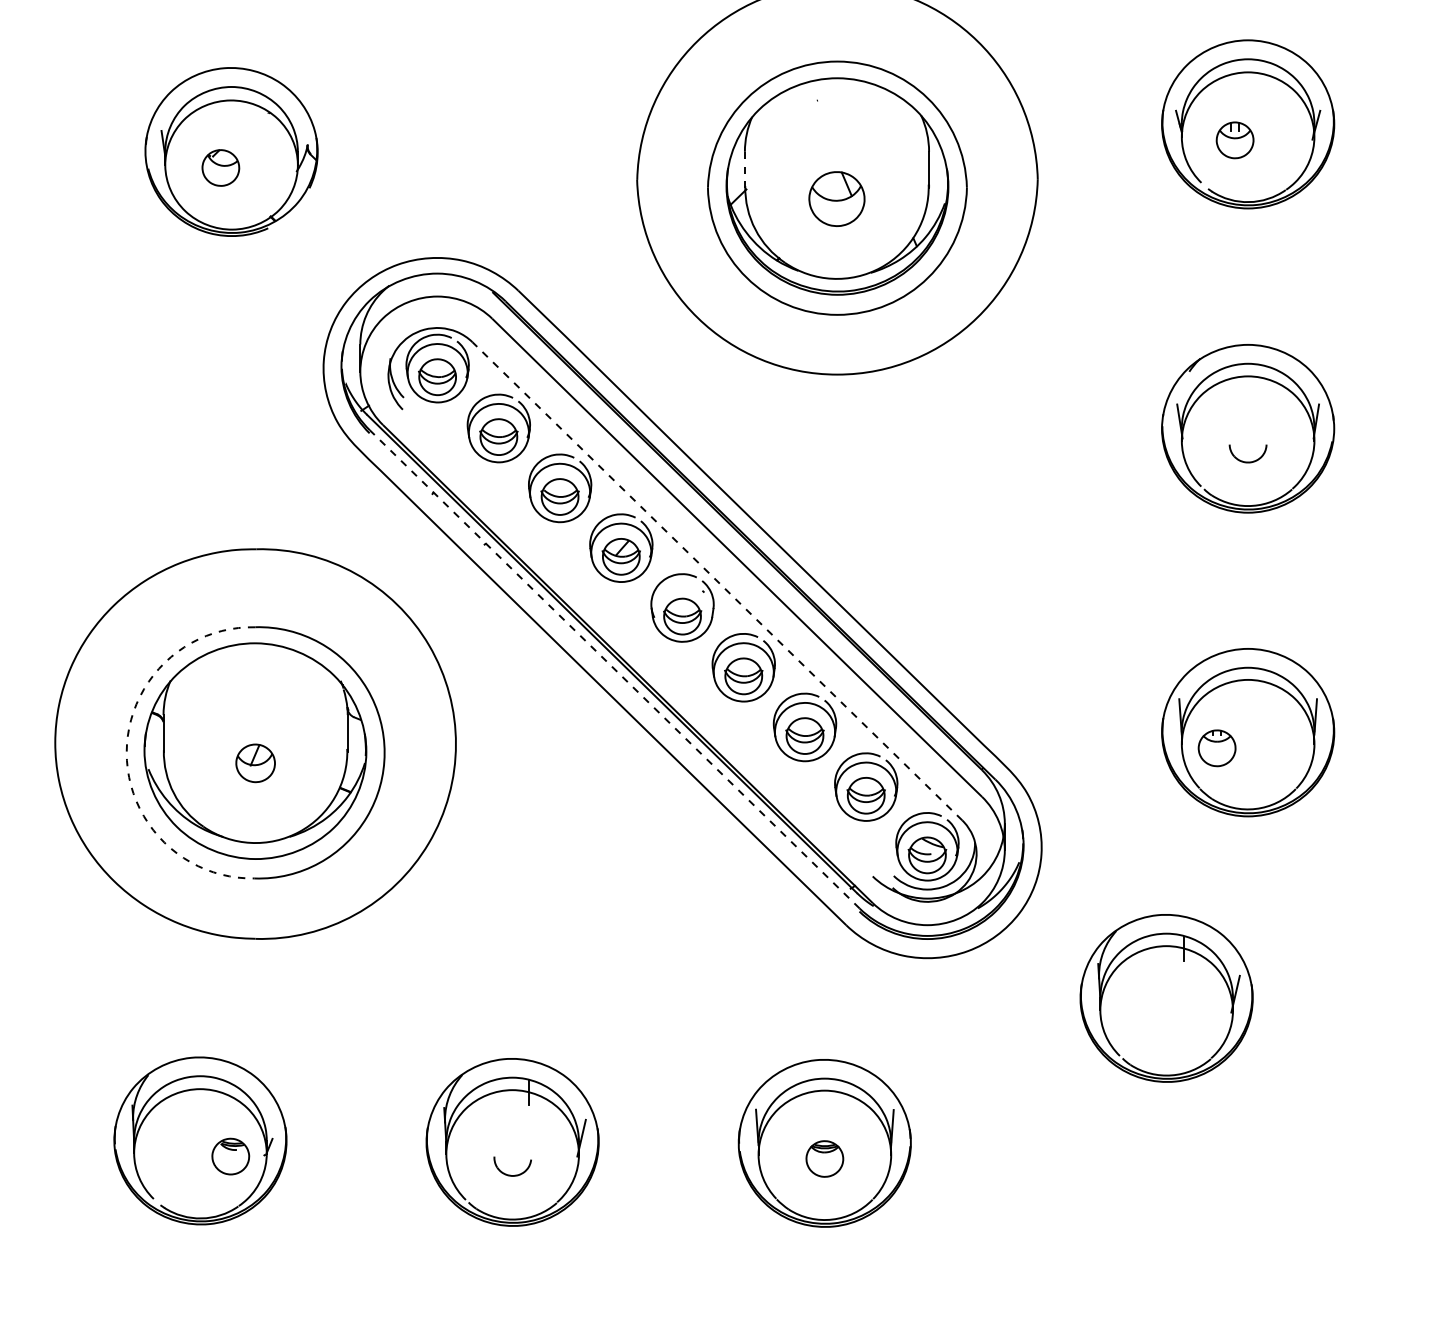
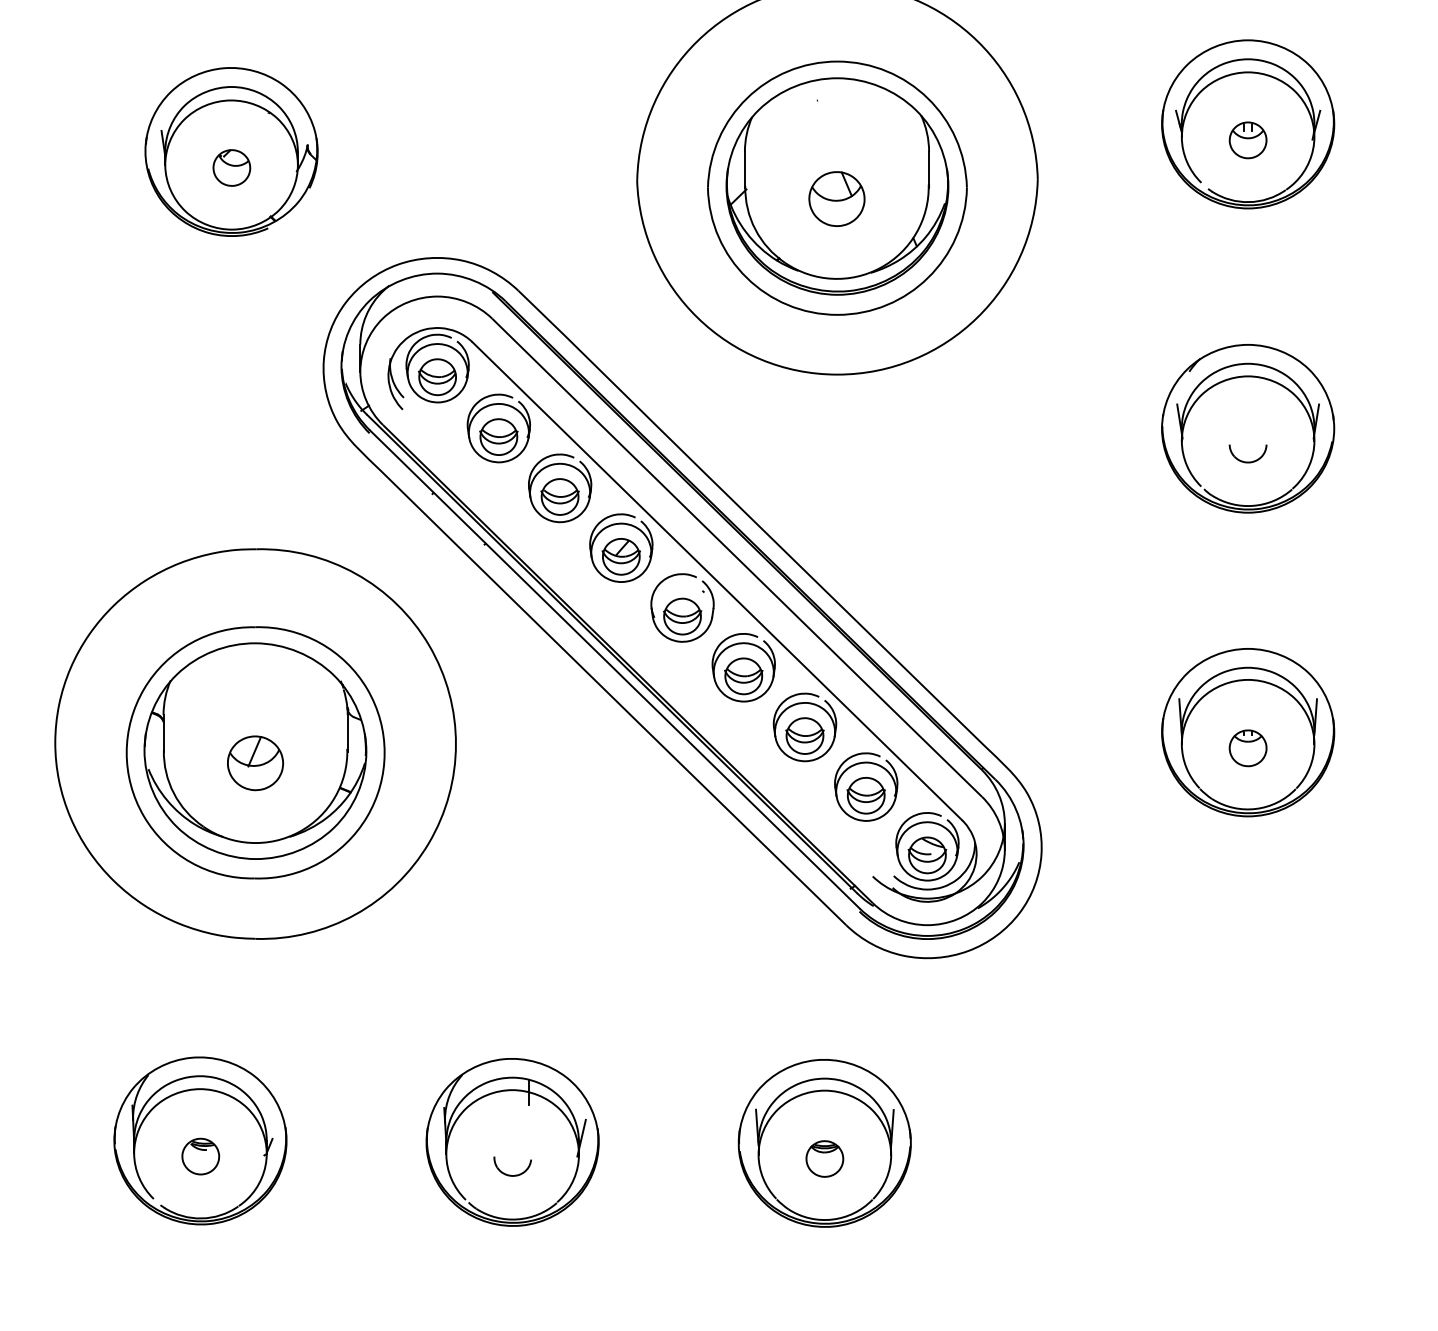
part at (1234, 140) position: (1234, 140) -> (1247, 140)
part at (220, 167) position: (220, 167) -> (231, 167)
line at (744, 169): dashed -> solid
line at (717, 580): dashed -> solid
line at (614, 669): dashed -> solid
part at (1216, 748) position: (1216, 748) -> (1247, 748)
arc at (126, 752): dashed -> solid
part at (255, 763) size: 41x41 px -> 58x57 px
part at (1166, 998): present -> none
part at (230, 1156) position: (230, 1156) -> (200, 1156)
